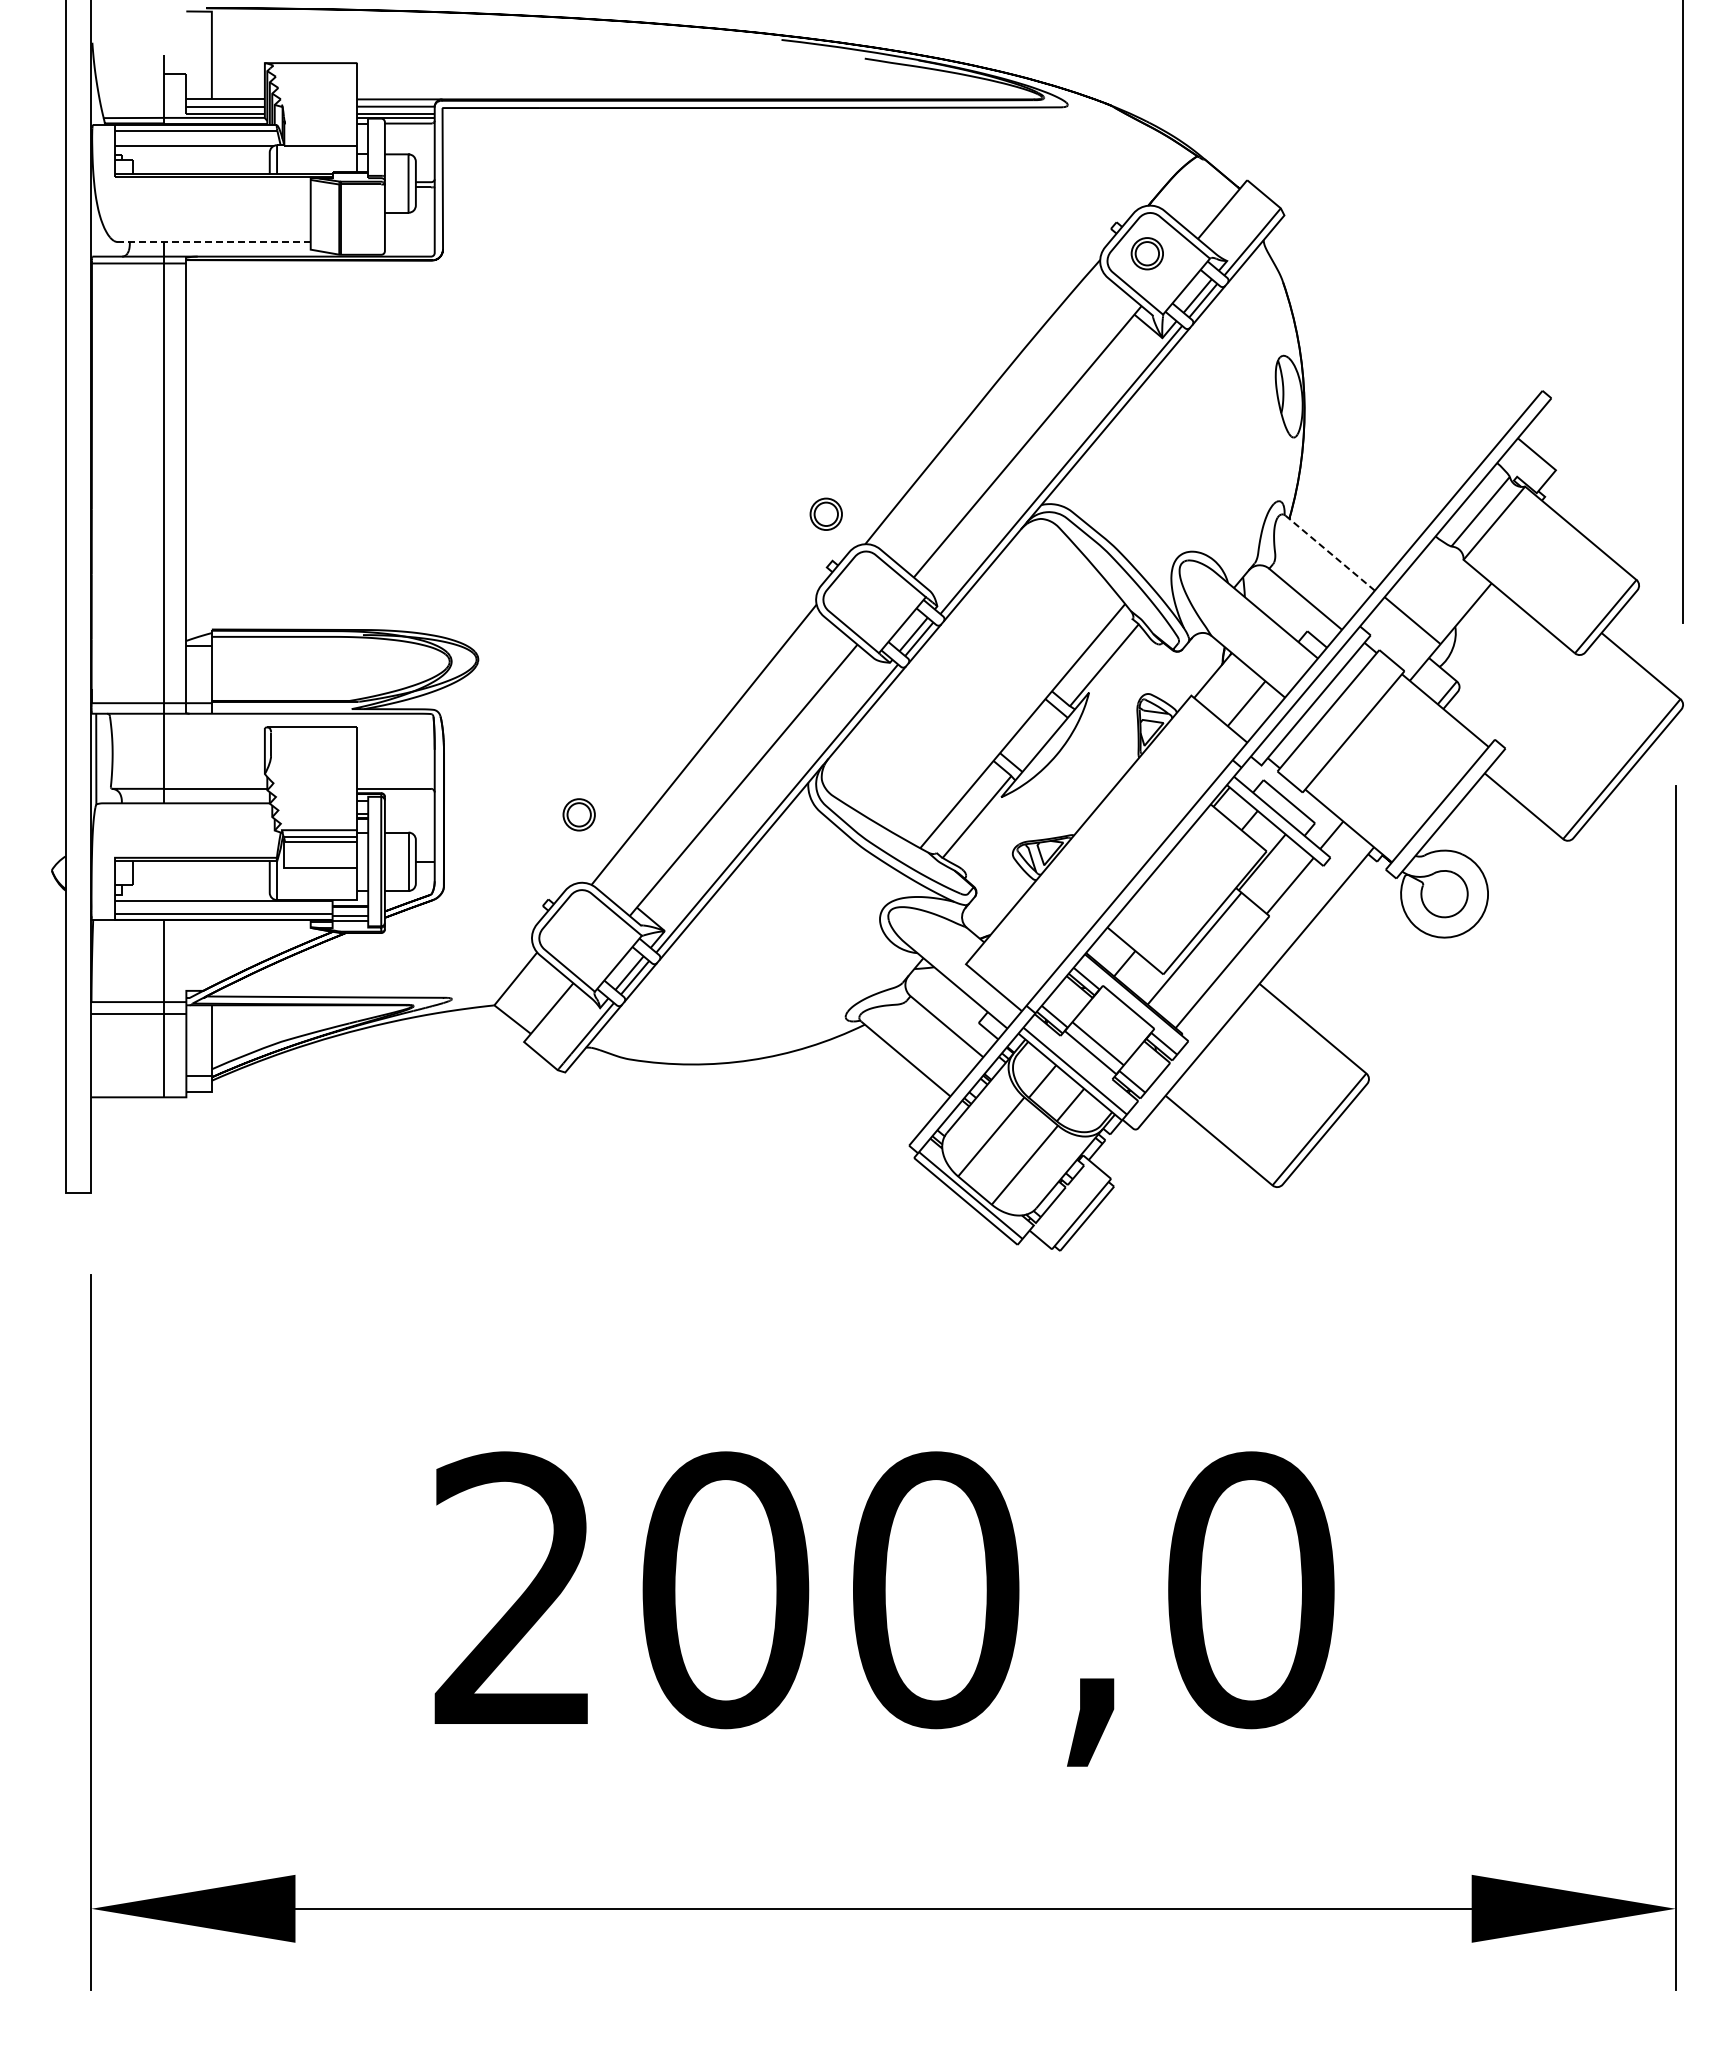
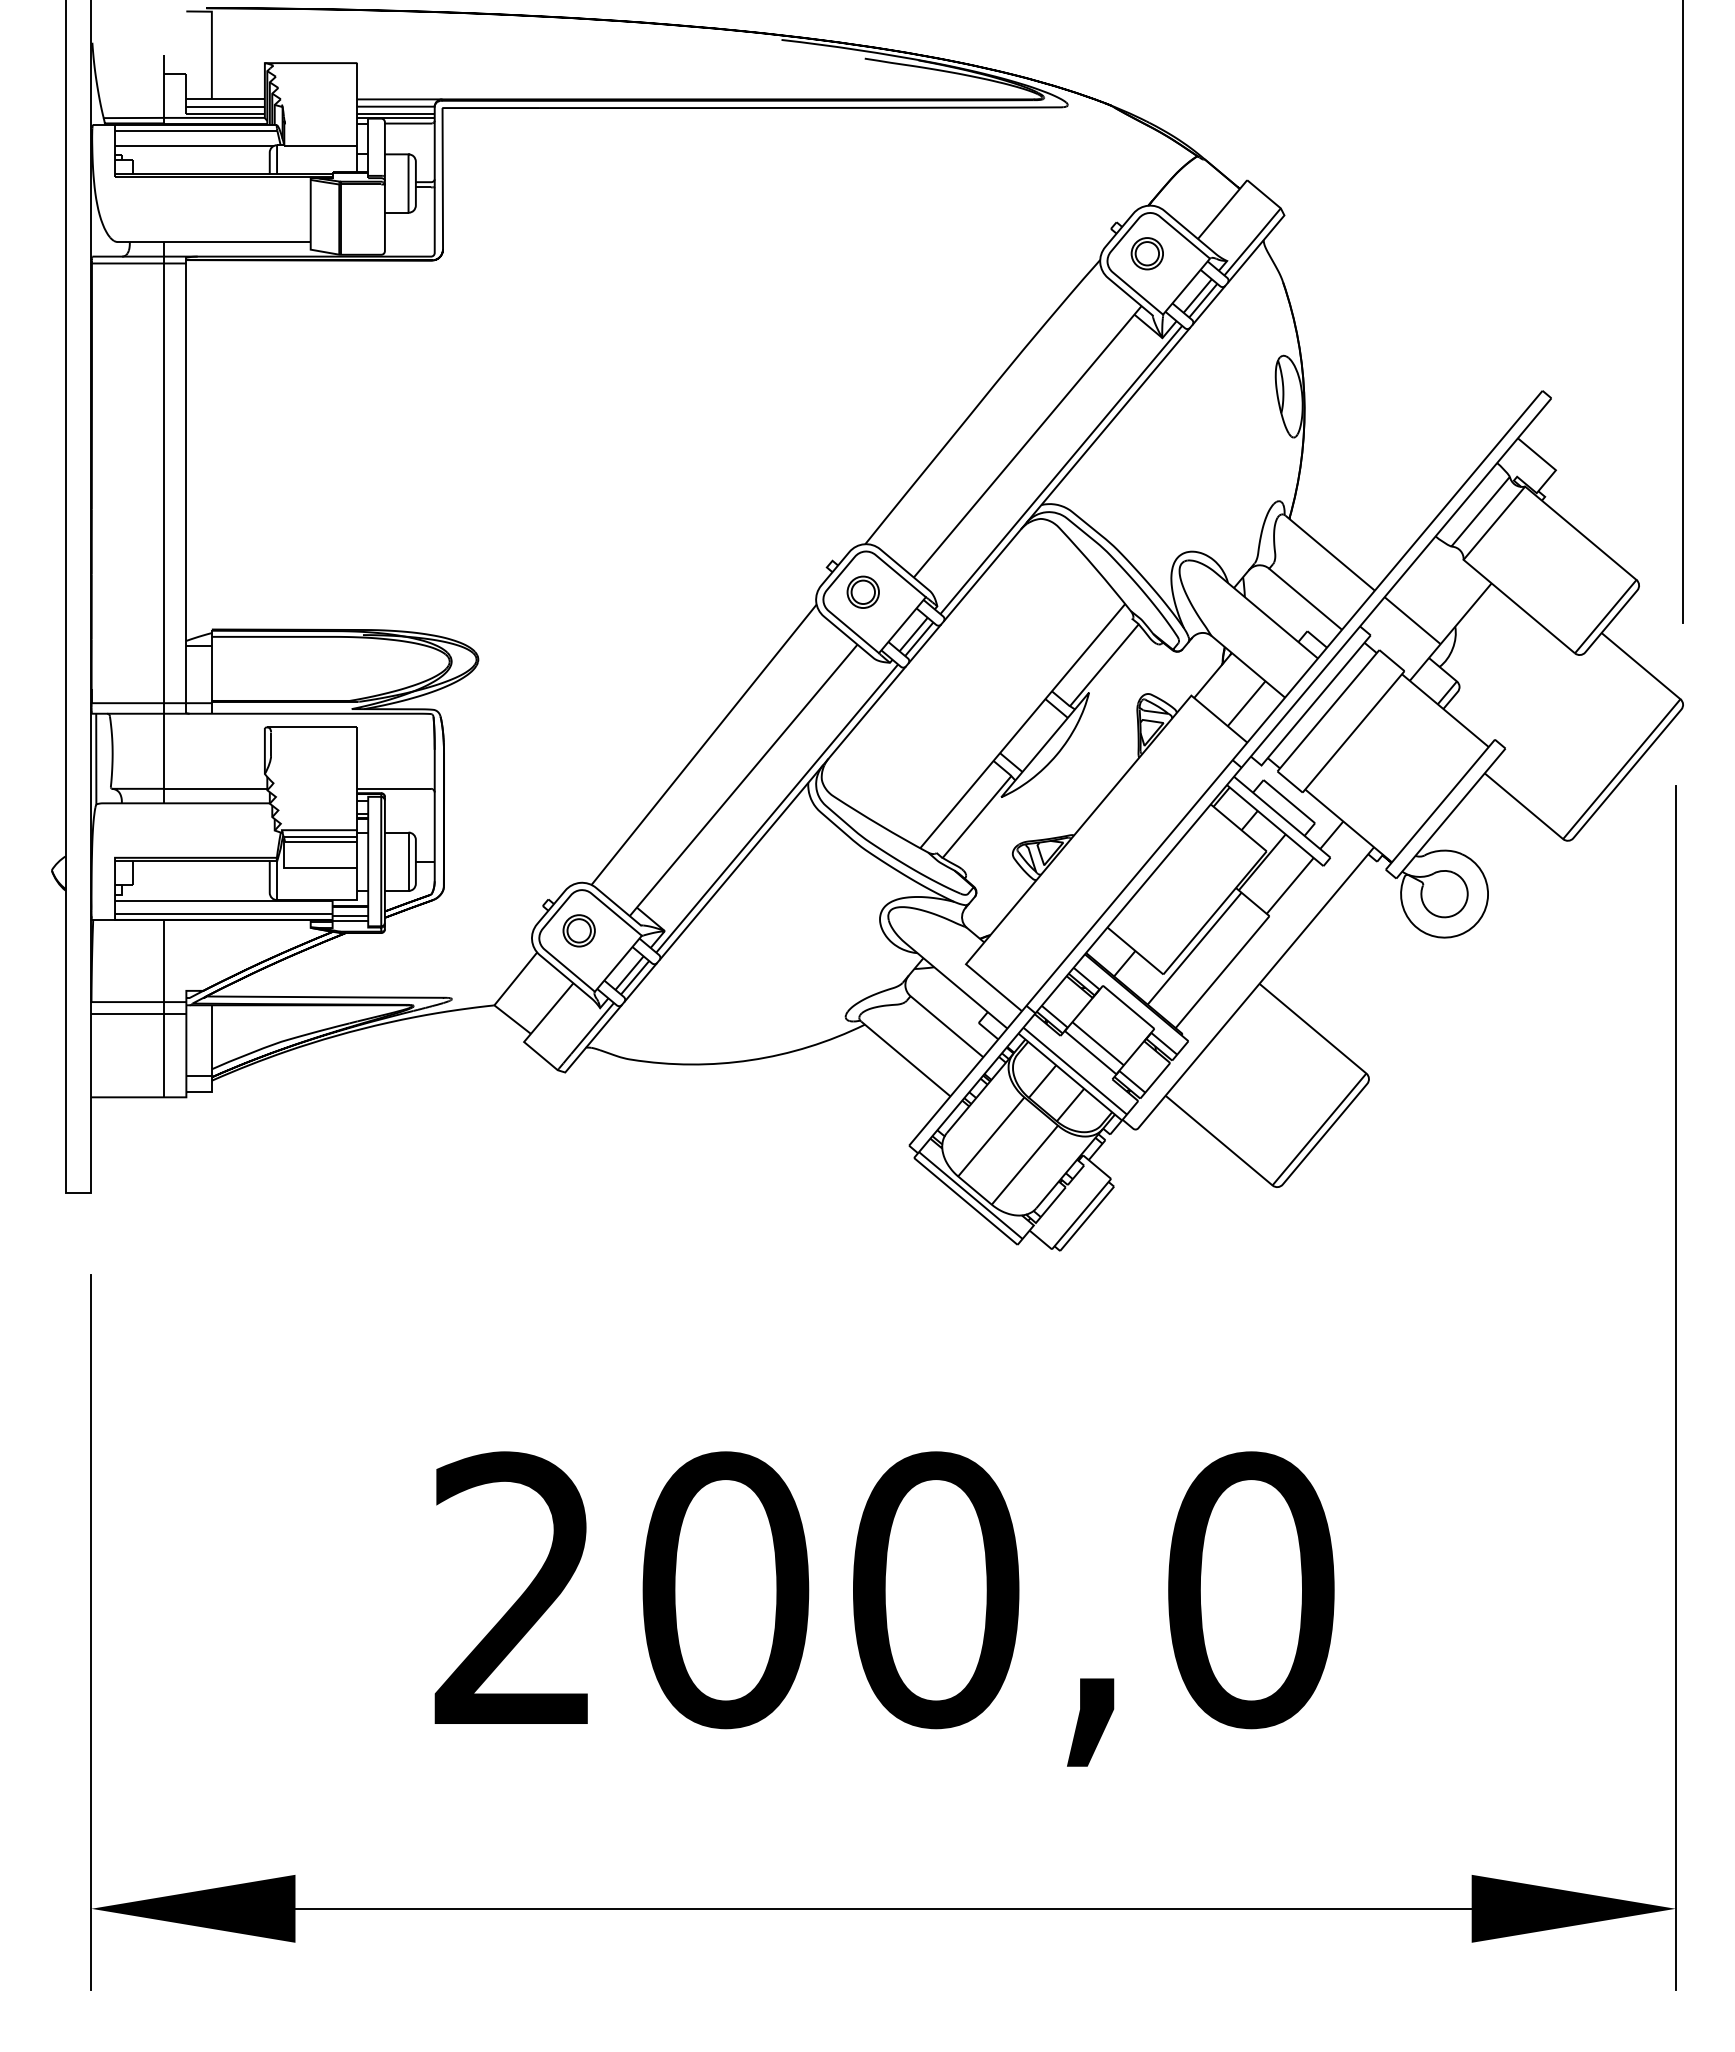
line at (214, 242): dashed -> solid
part at (825, 513) position: (825, 513) -> (862, 591)
line at (1329, 552): dashed -> solid
part at (578, 814) position: (578, 814) -> (578, 930)
